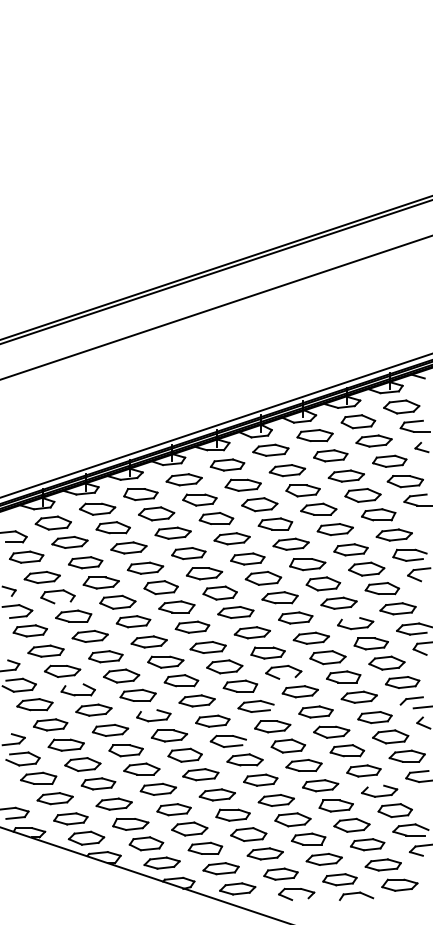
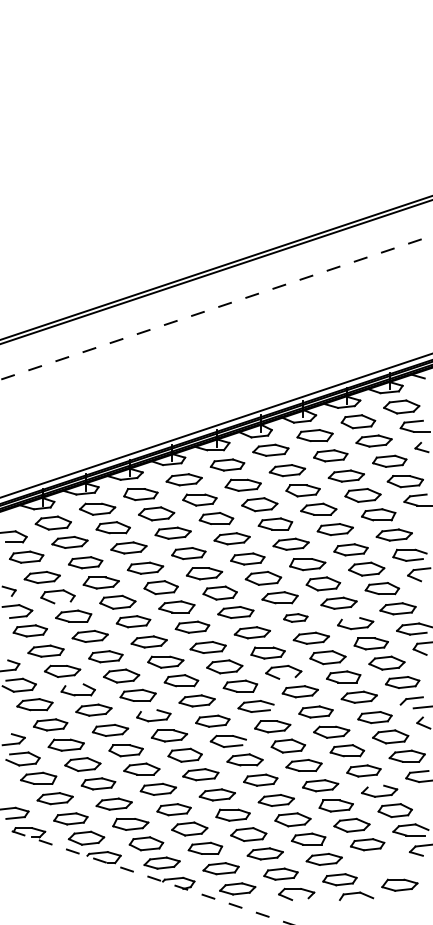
line at (216, 307): solid -> dashed
part at (295, 617) size: 36x14 px -> 26x10 px
part at (382, 864): present -> none
line at (146, 876): solid -> dashed
